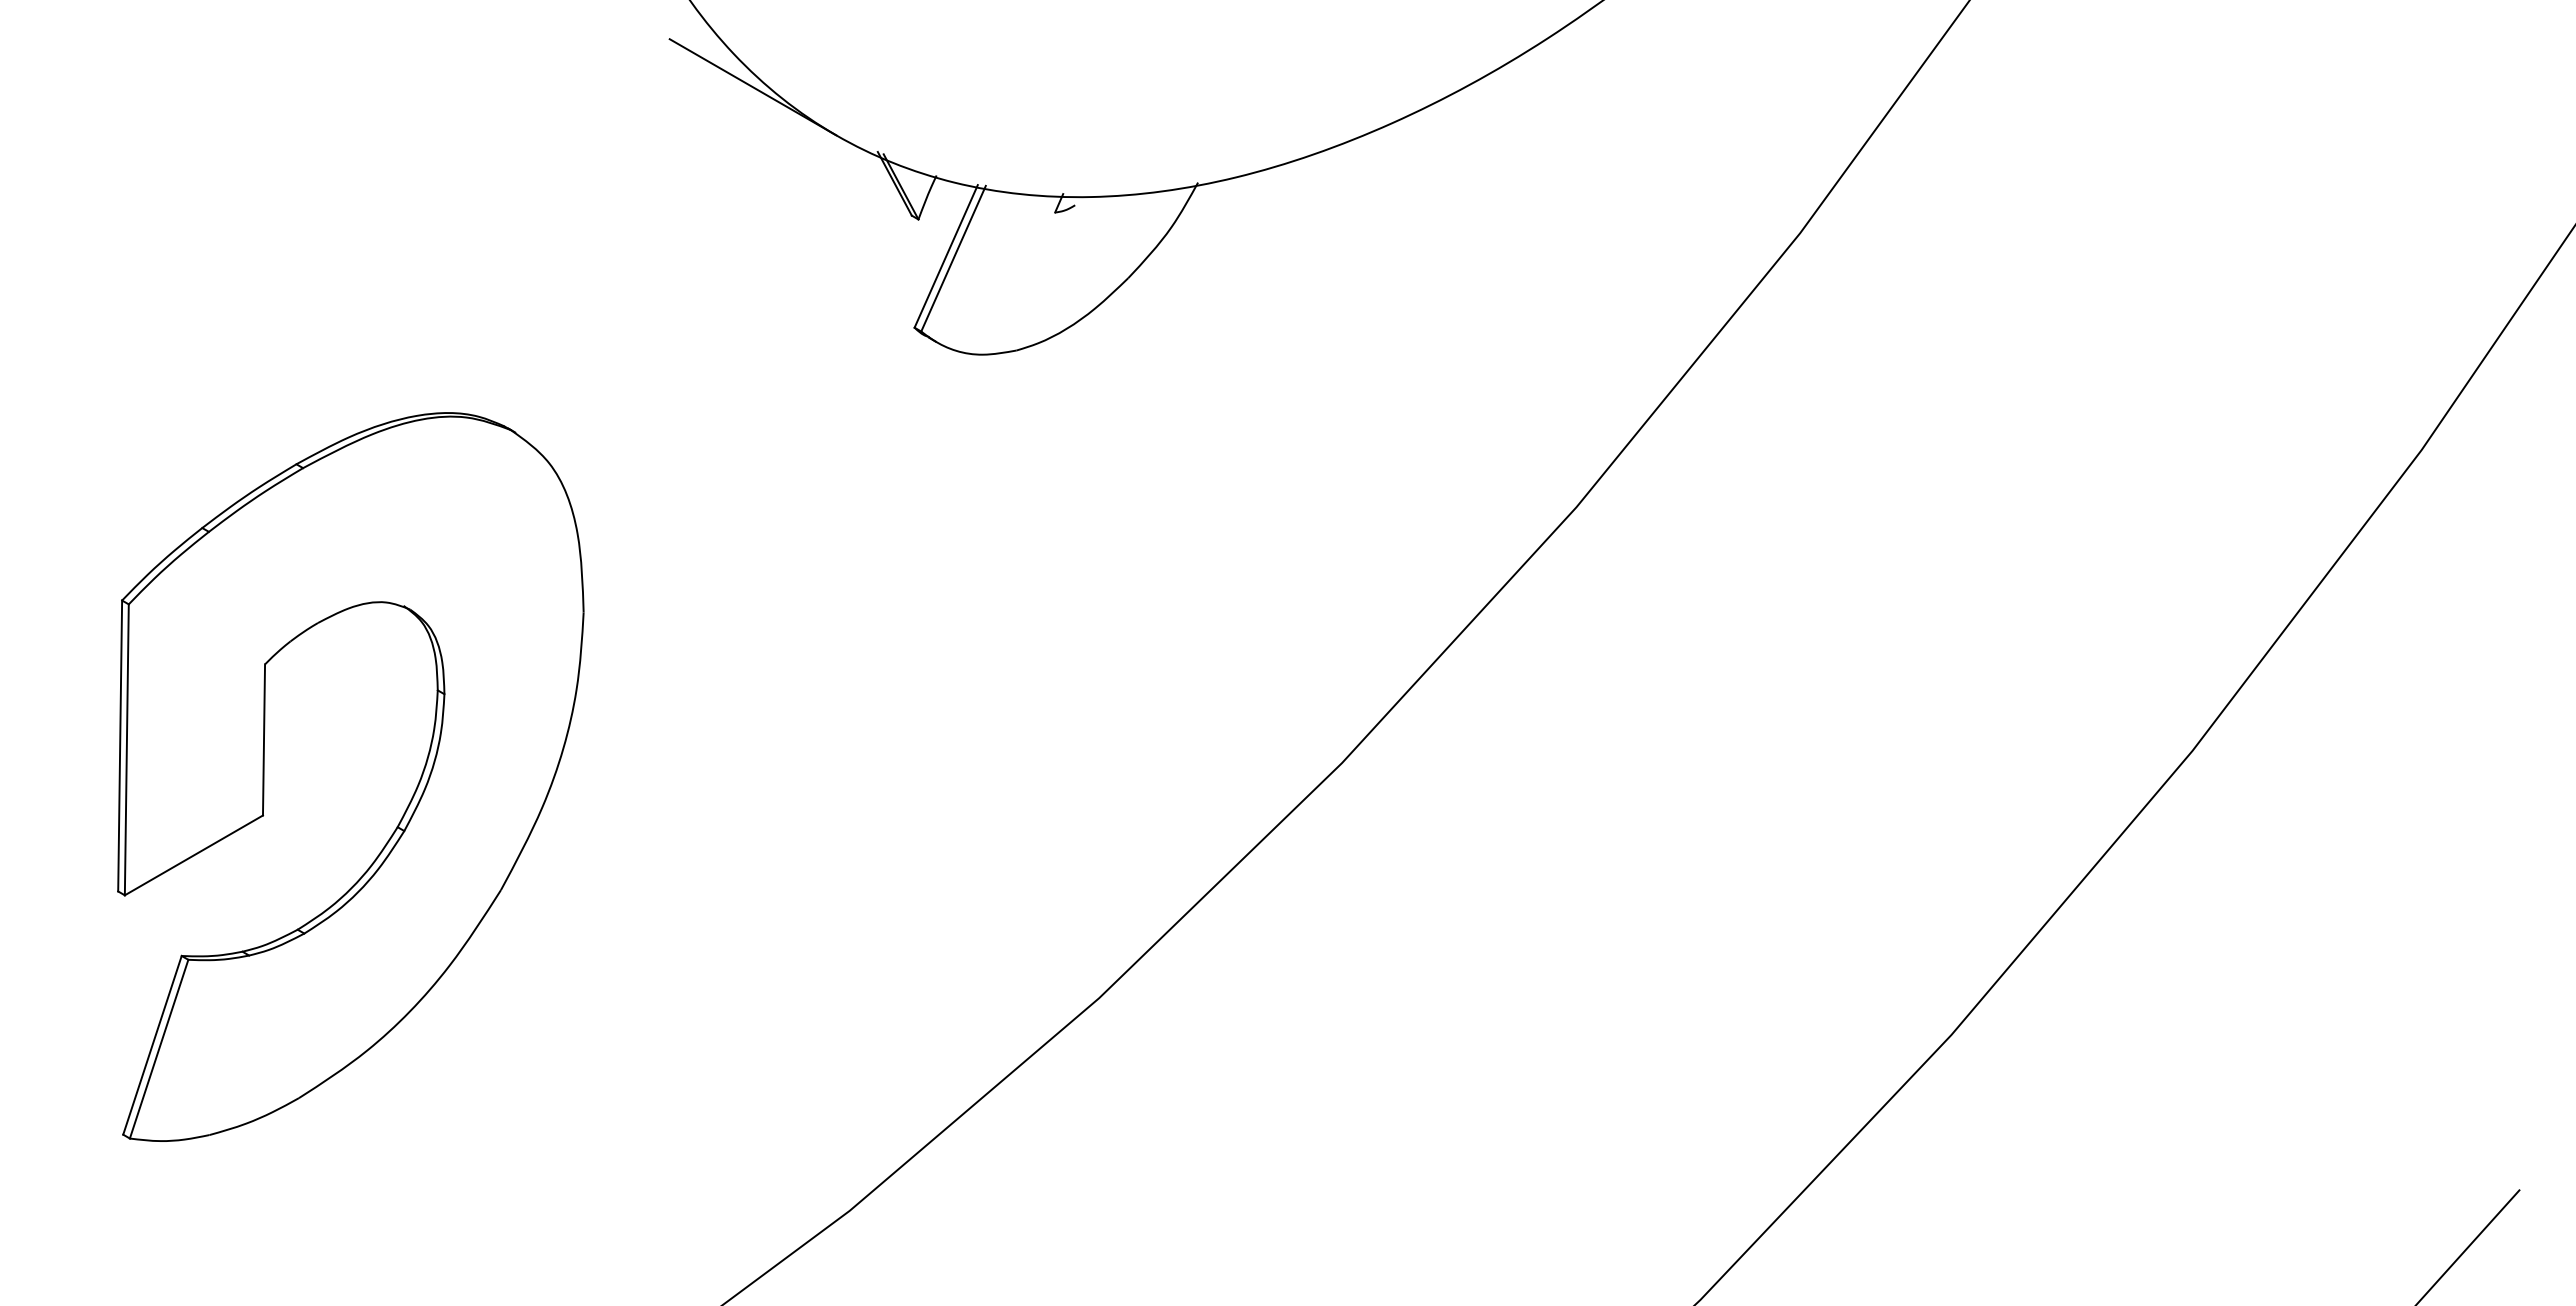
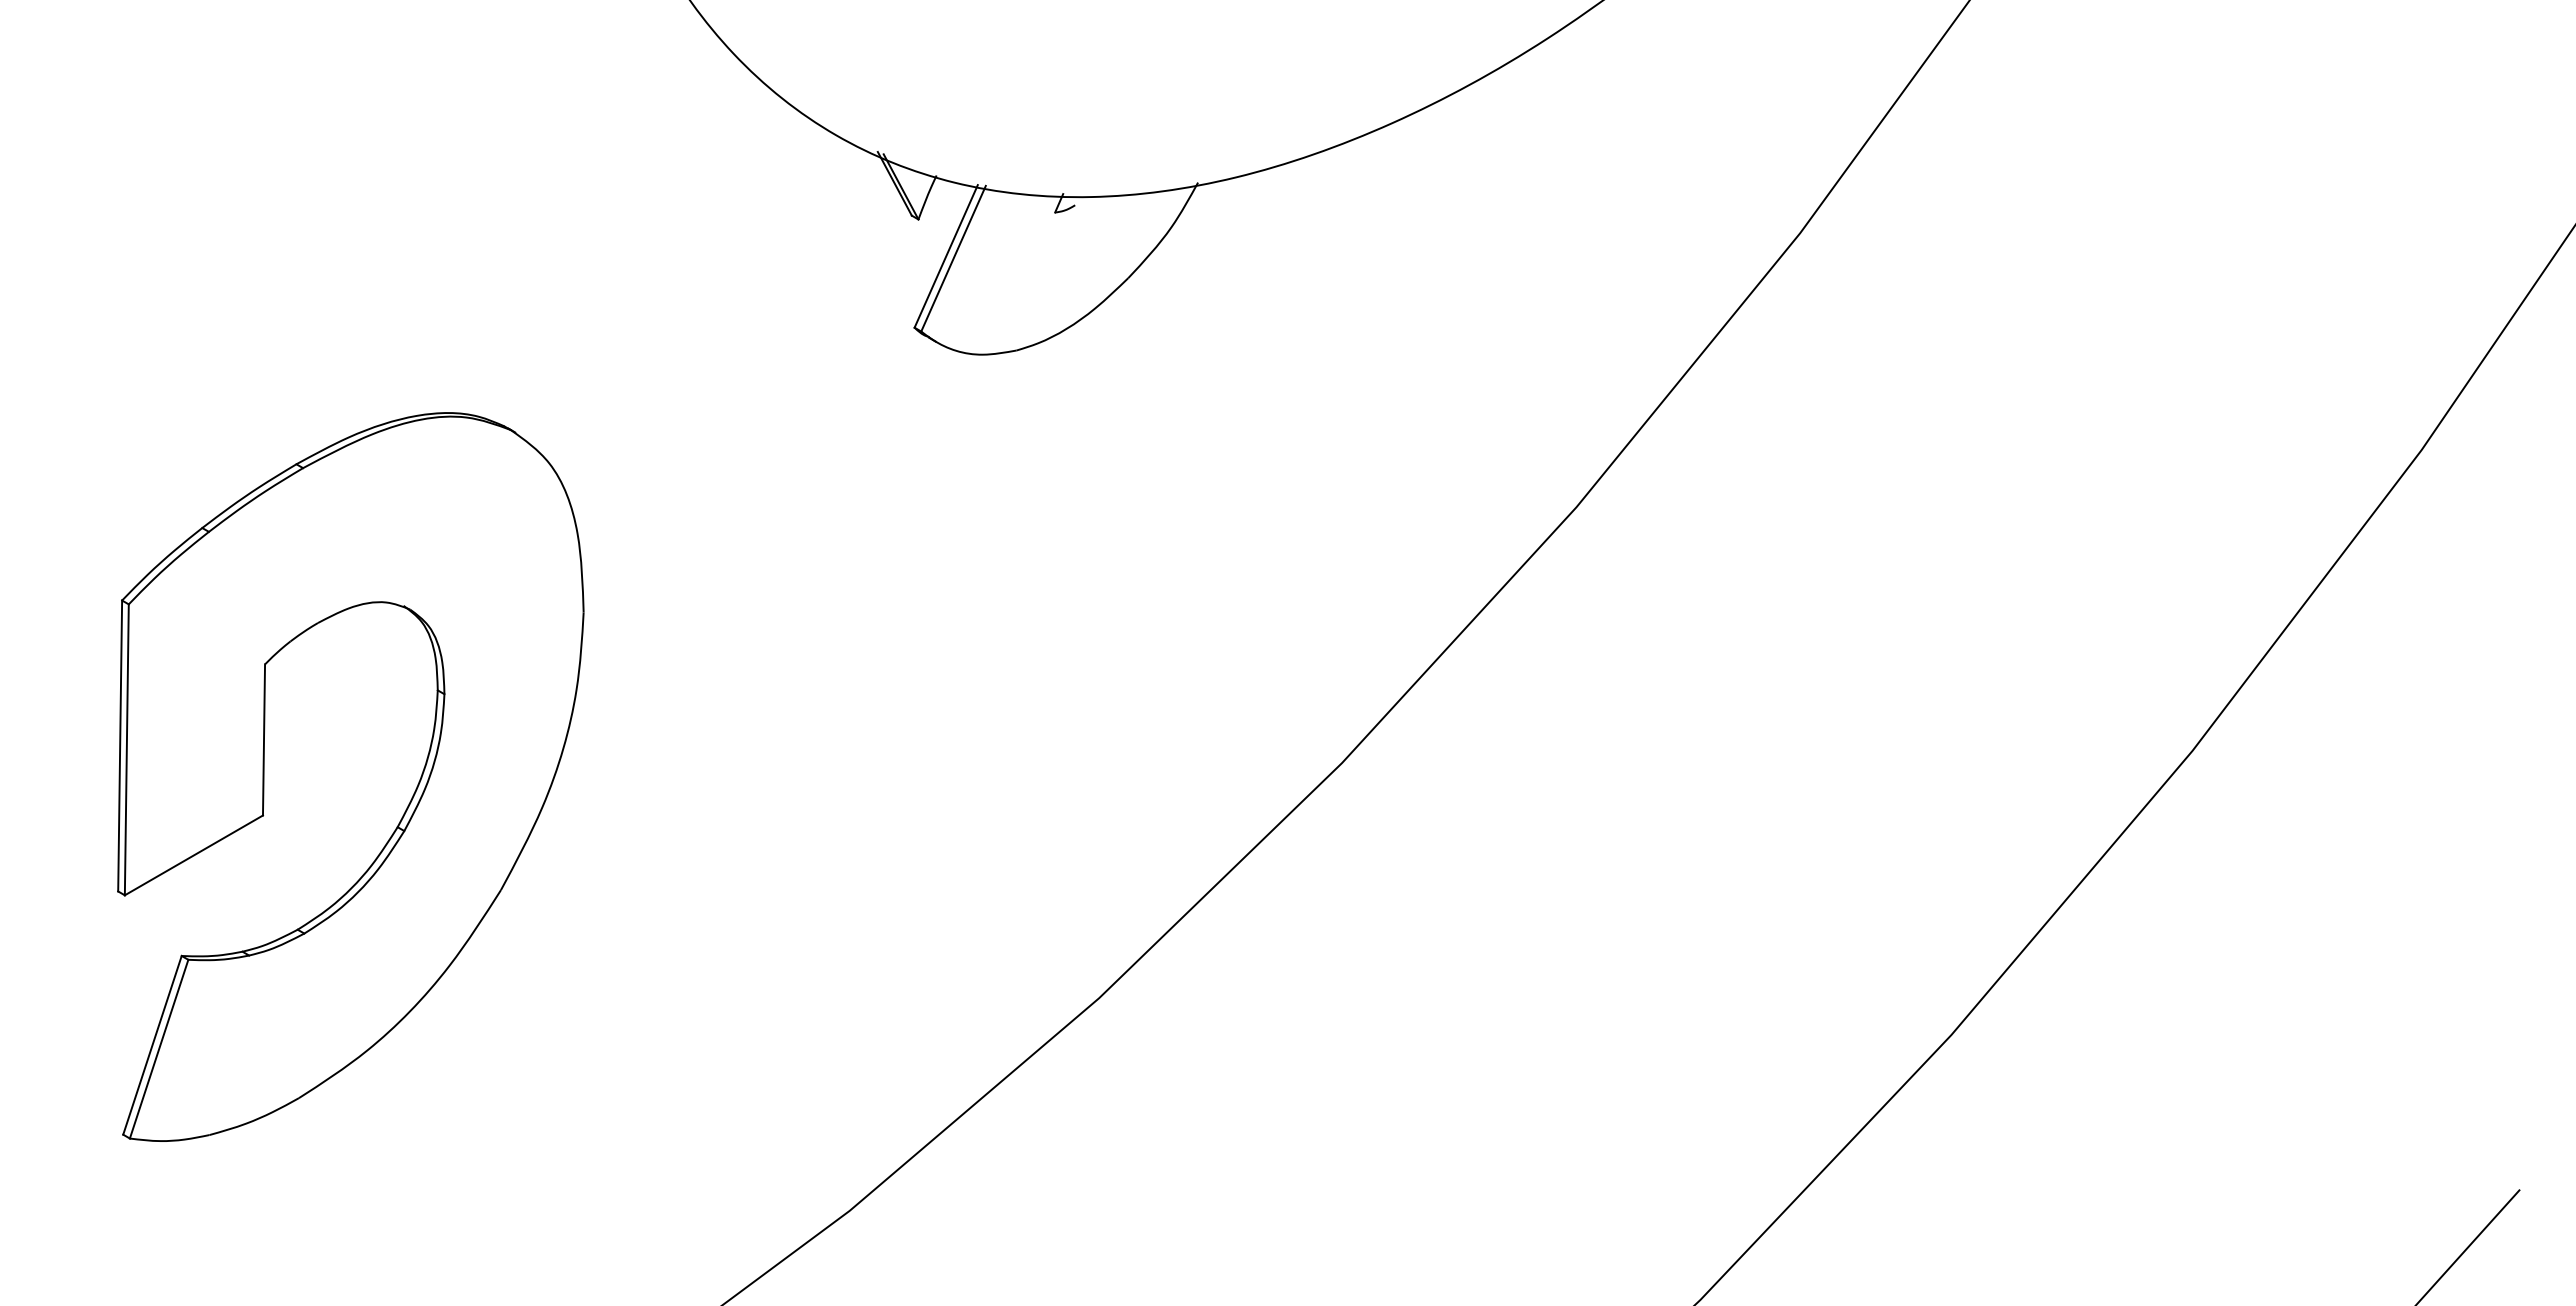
line at (752, 87): present -> none
